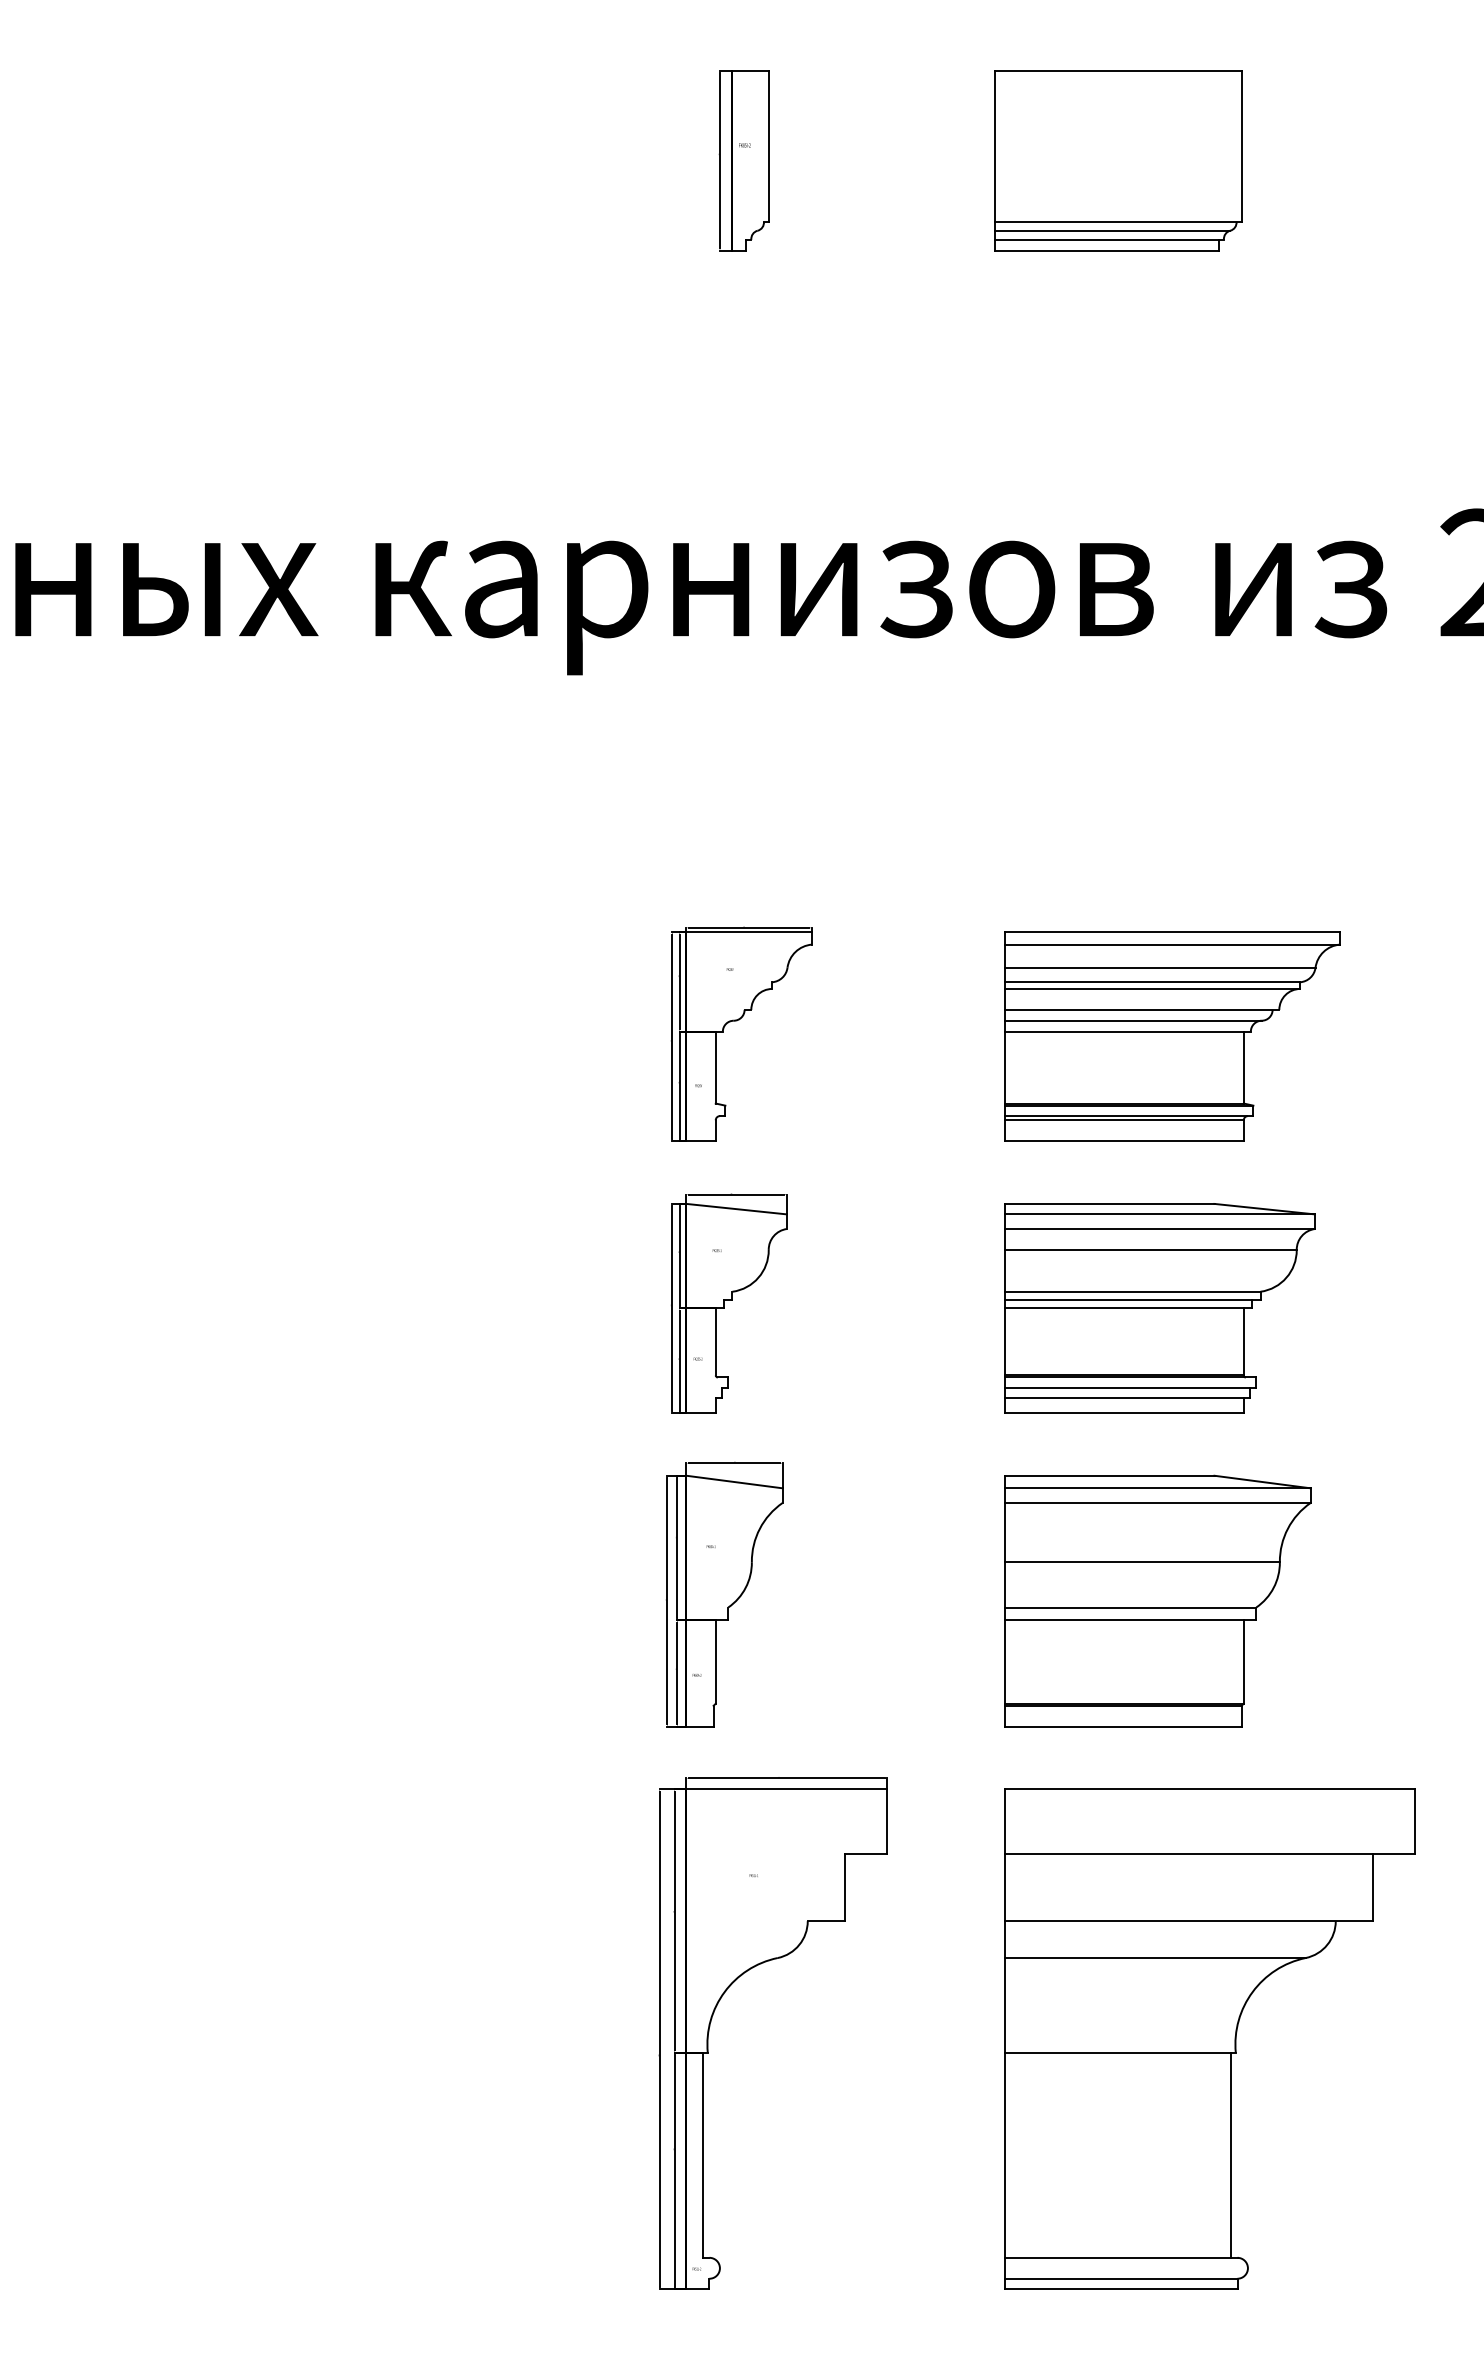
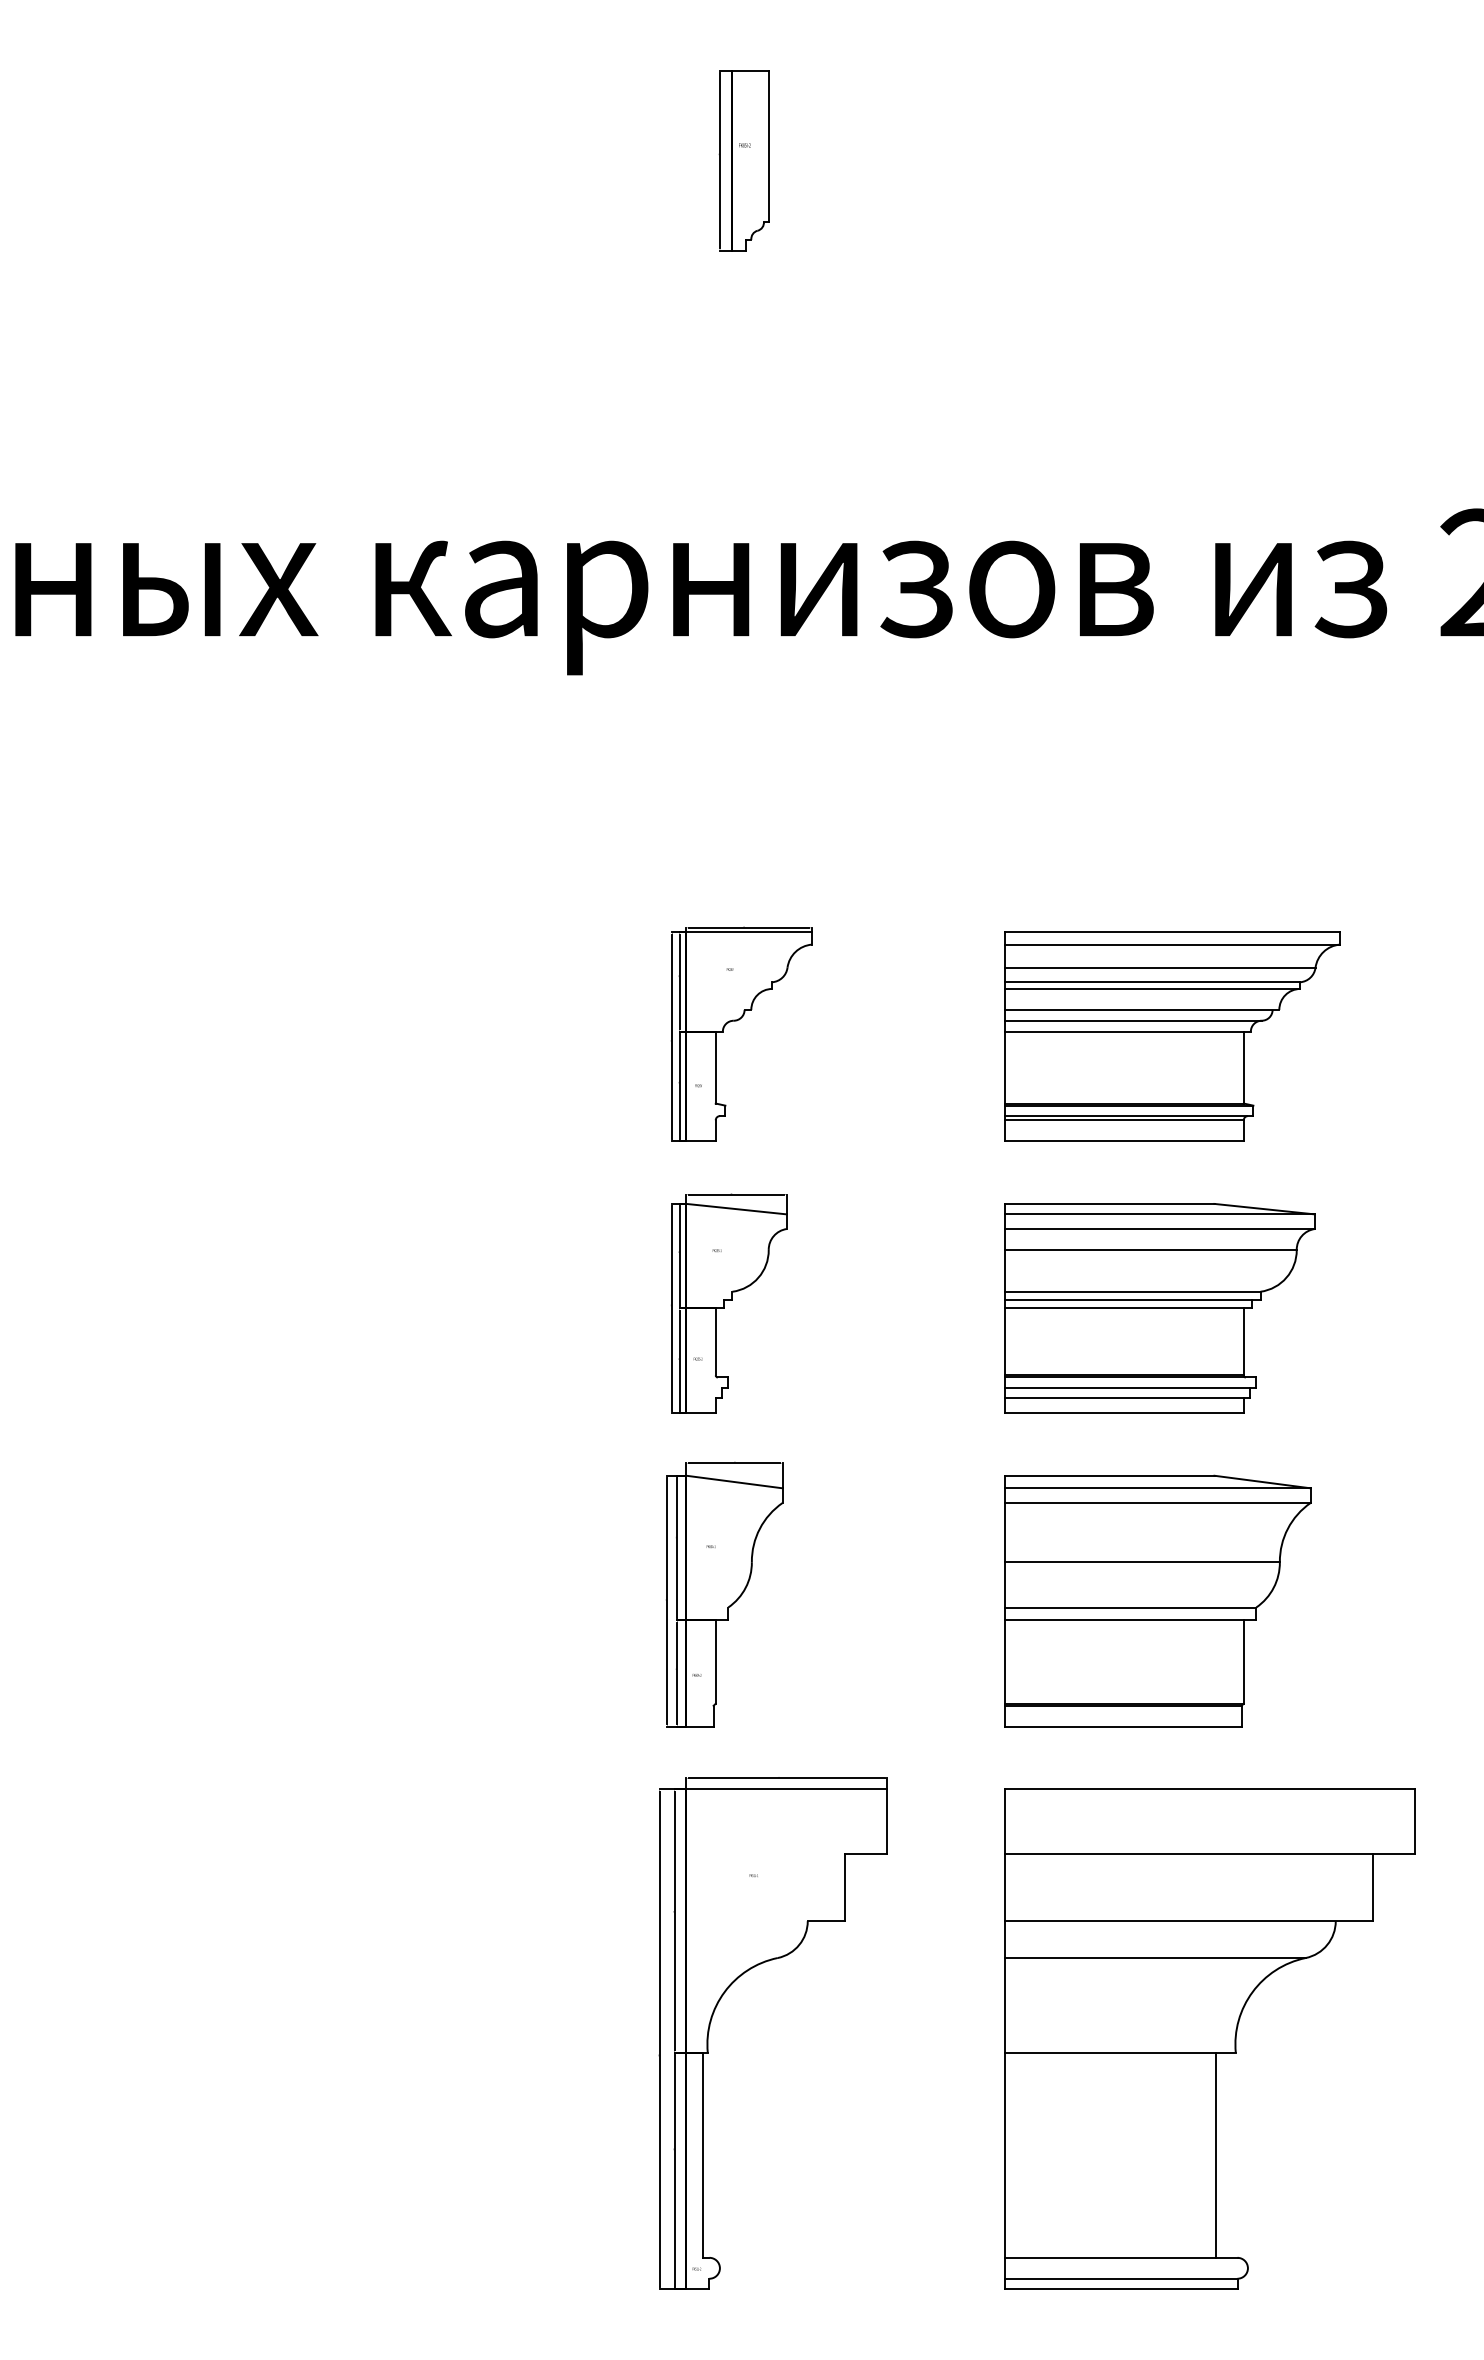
part at (1118, 160): present -> none
line at (1231, 2154) position: (1231, 2154) -> (1216, 2154)
